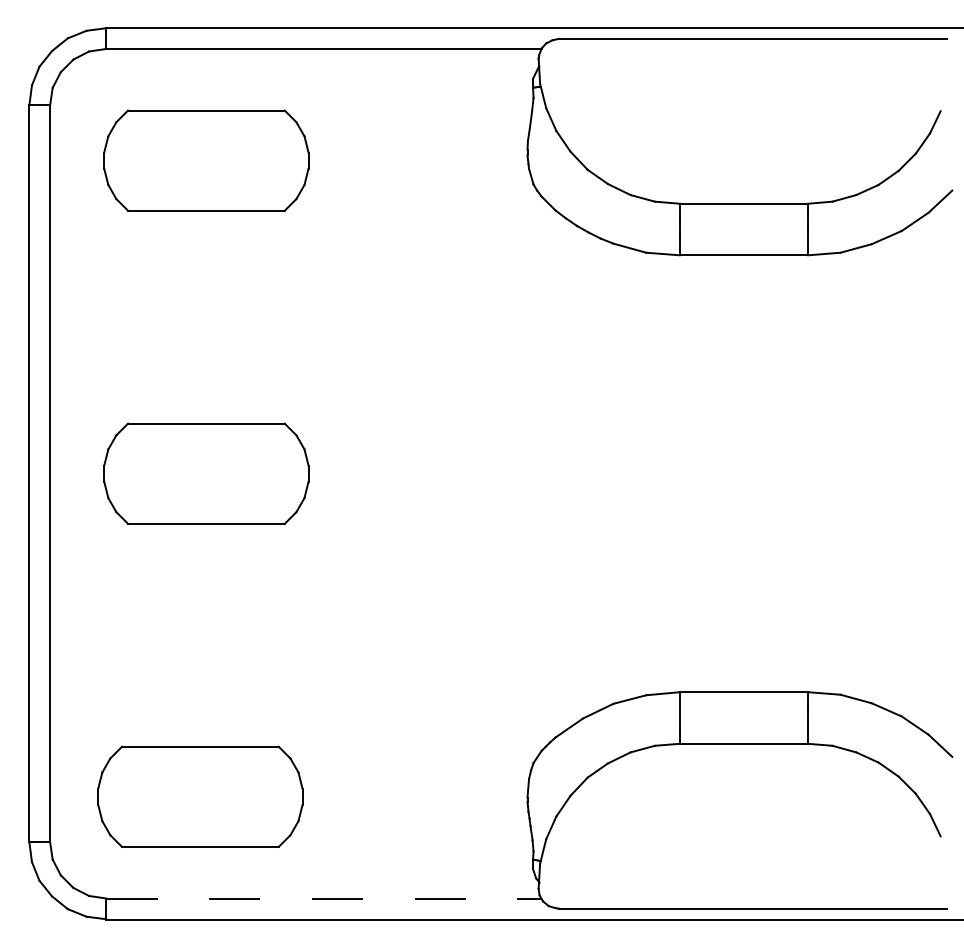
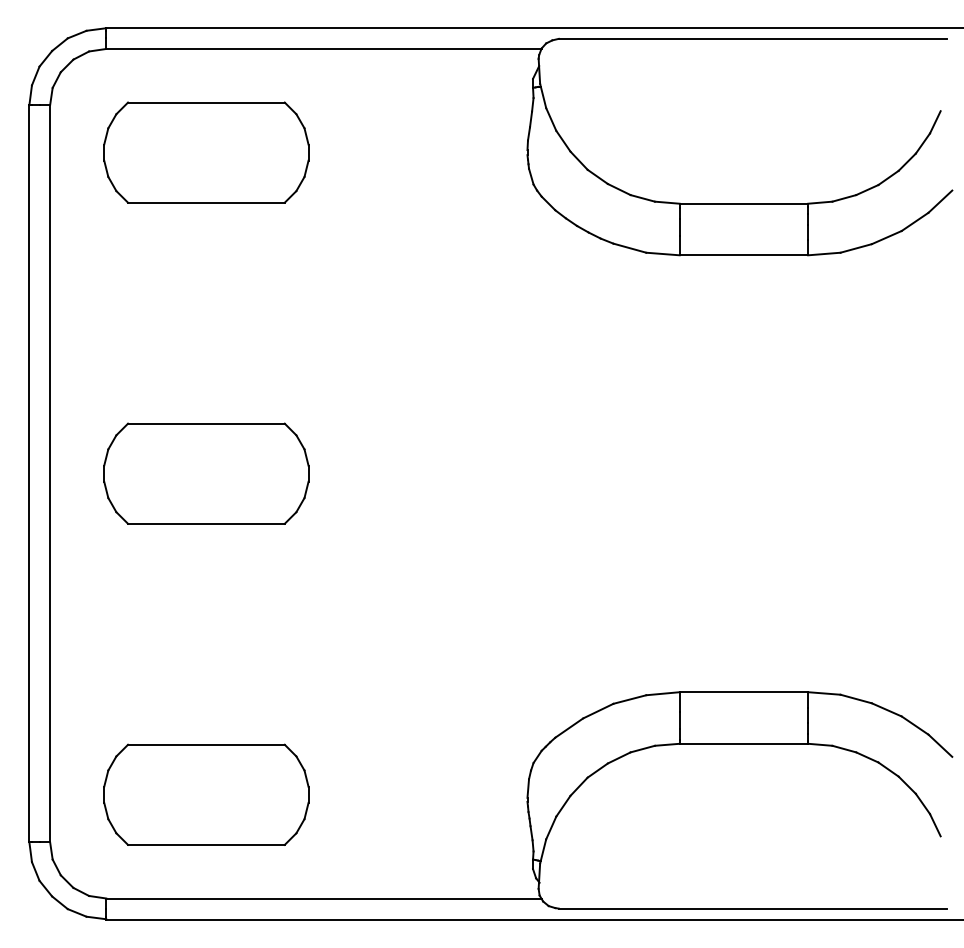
part at (206, 160) position: (206, 160) -> (206, 152)
part at (200, 796) position: (200, 796) -> (206, 794)
line at (324, 899): dashed -> solid
